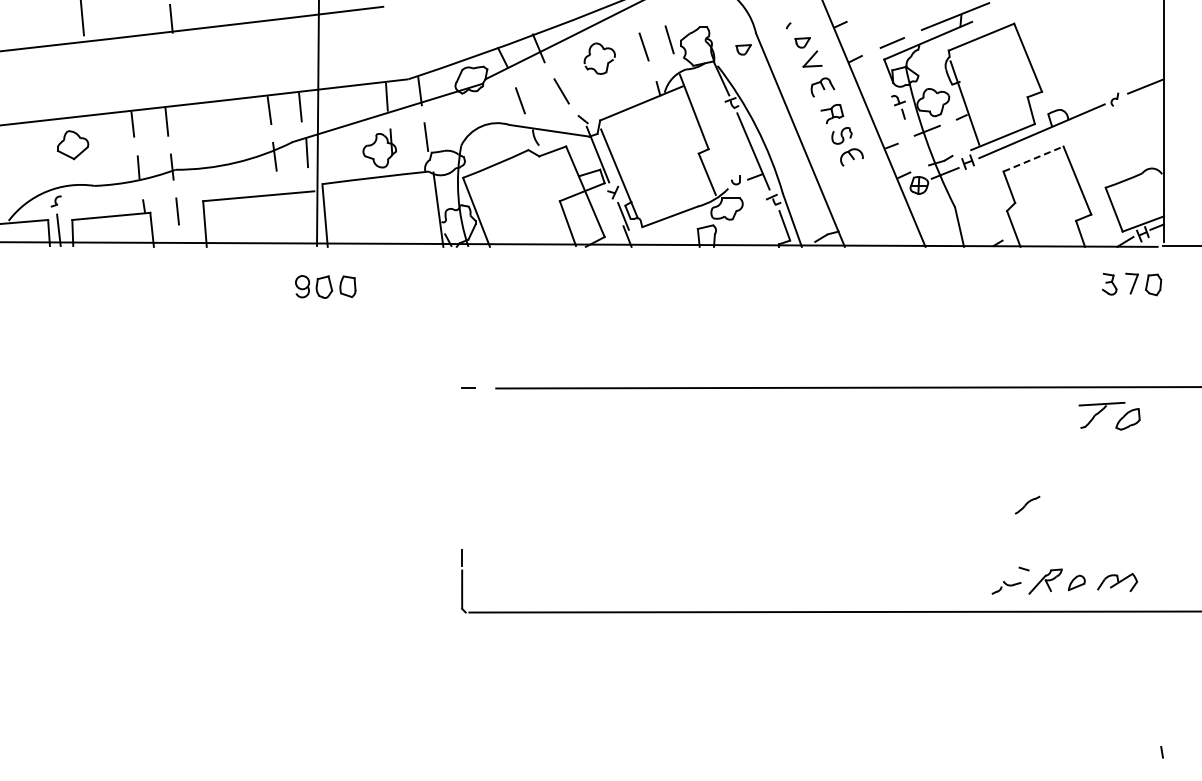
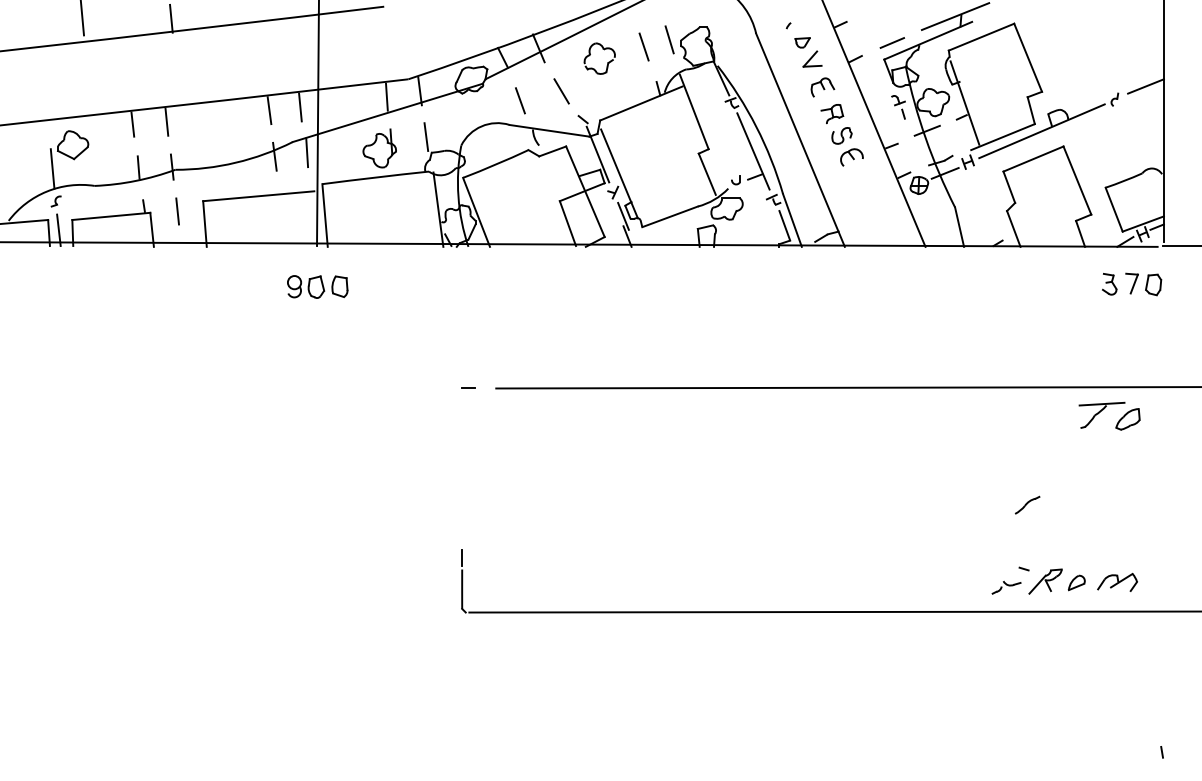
part at (743, 49): present -> none
line at (1033, 159): dashed -> solid
line at (52, 168): none -> present
part at (325, 286) position: (325, 286) -> (317, 286)
